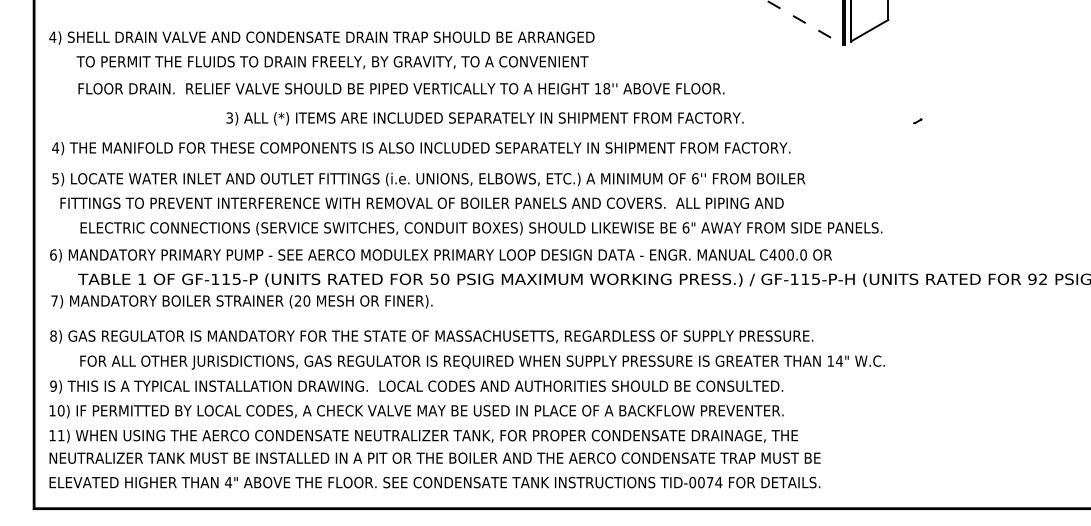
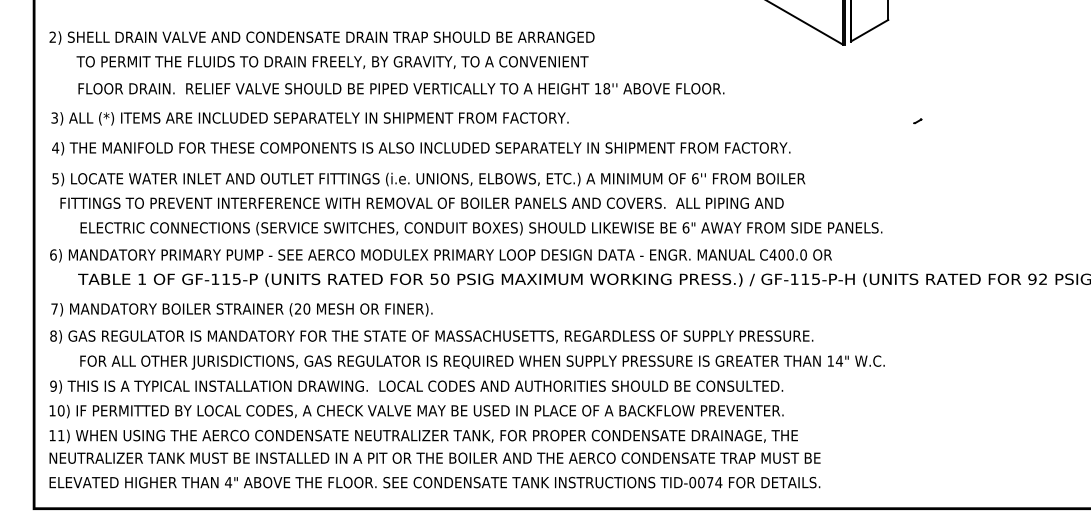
line at (805, 22): dashed -> solid
text at (52, 36): 4) -> 2)
text at (484, 118) position: (484, 118) -> (309, 118)
text at (241, 301) position: (241, 301) -> (241, 309)
